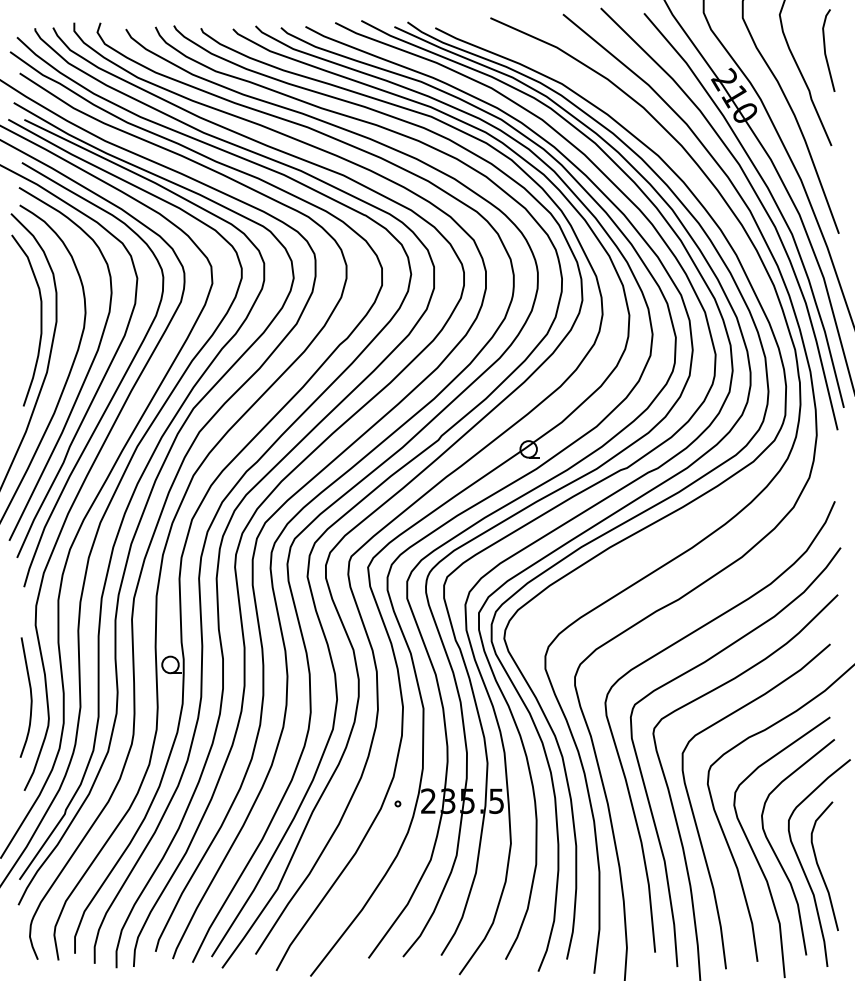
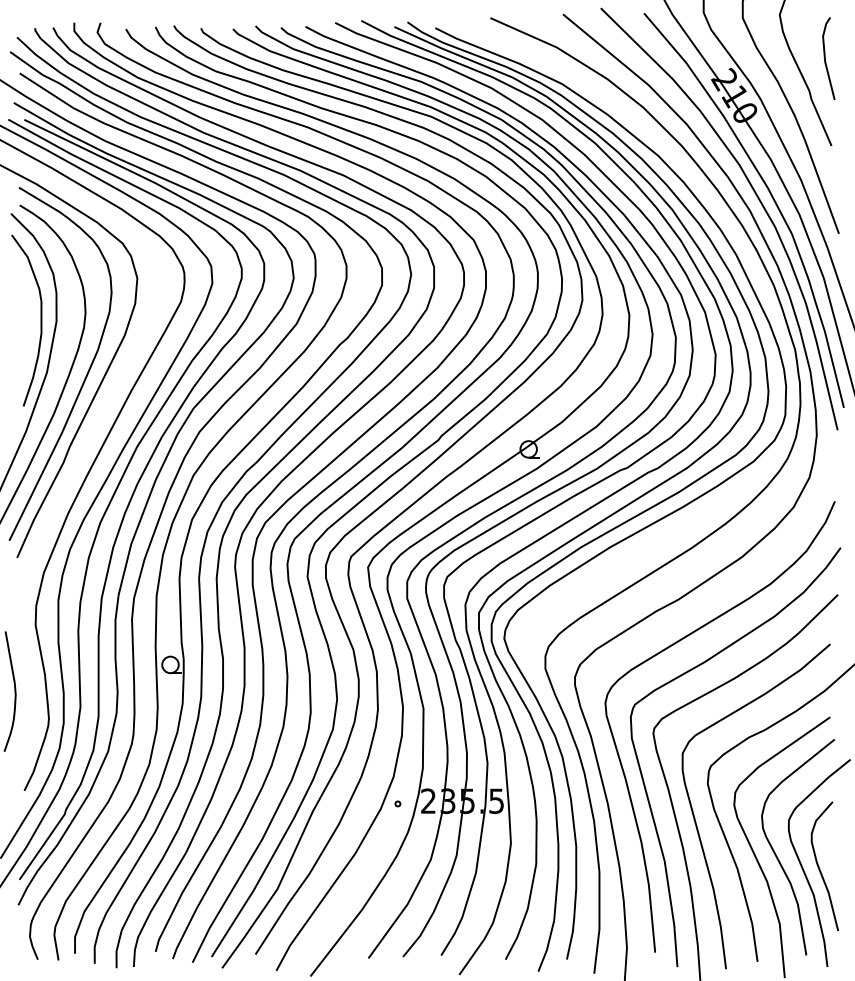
line at (825, 50) position: (825, 50) -> (825, 58)
curve at (115, 389): present -> none
curve at (30, 697) position: (30, 697) -> (14, 691)
